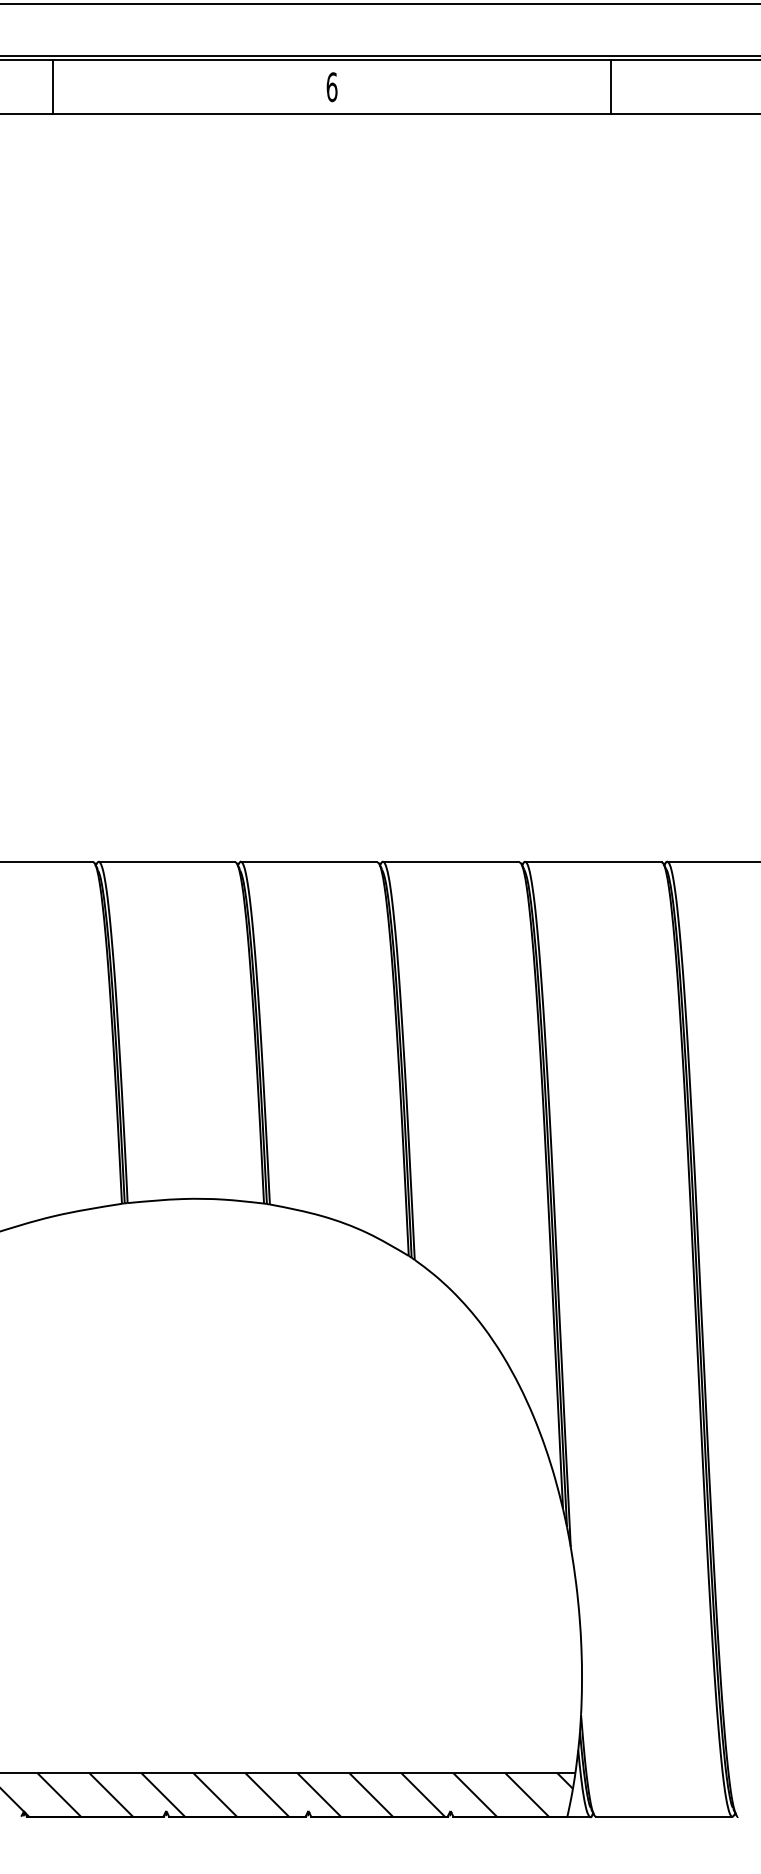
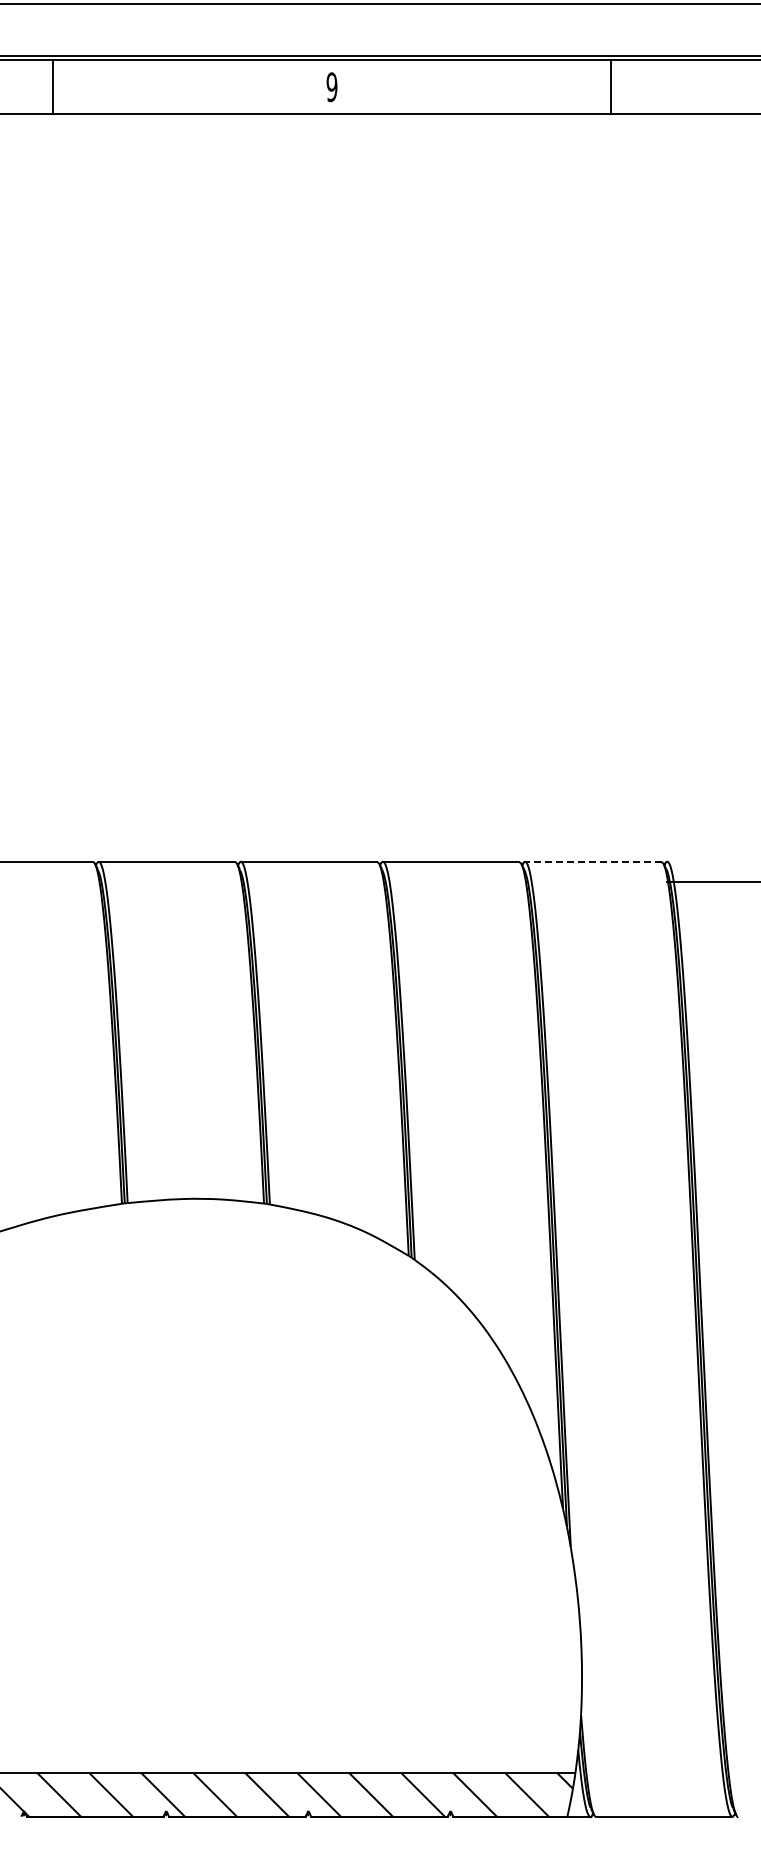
text at (331, 87): 6 -> 9
line at (592, 861): solid -> dashed
line at (712, 861) position: (712, 861) -> (712, 881)
